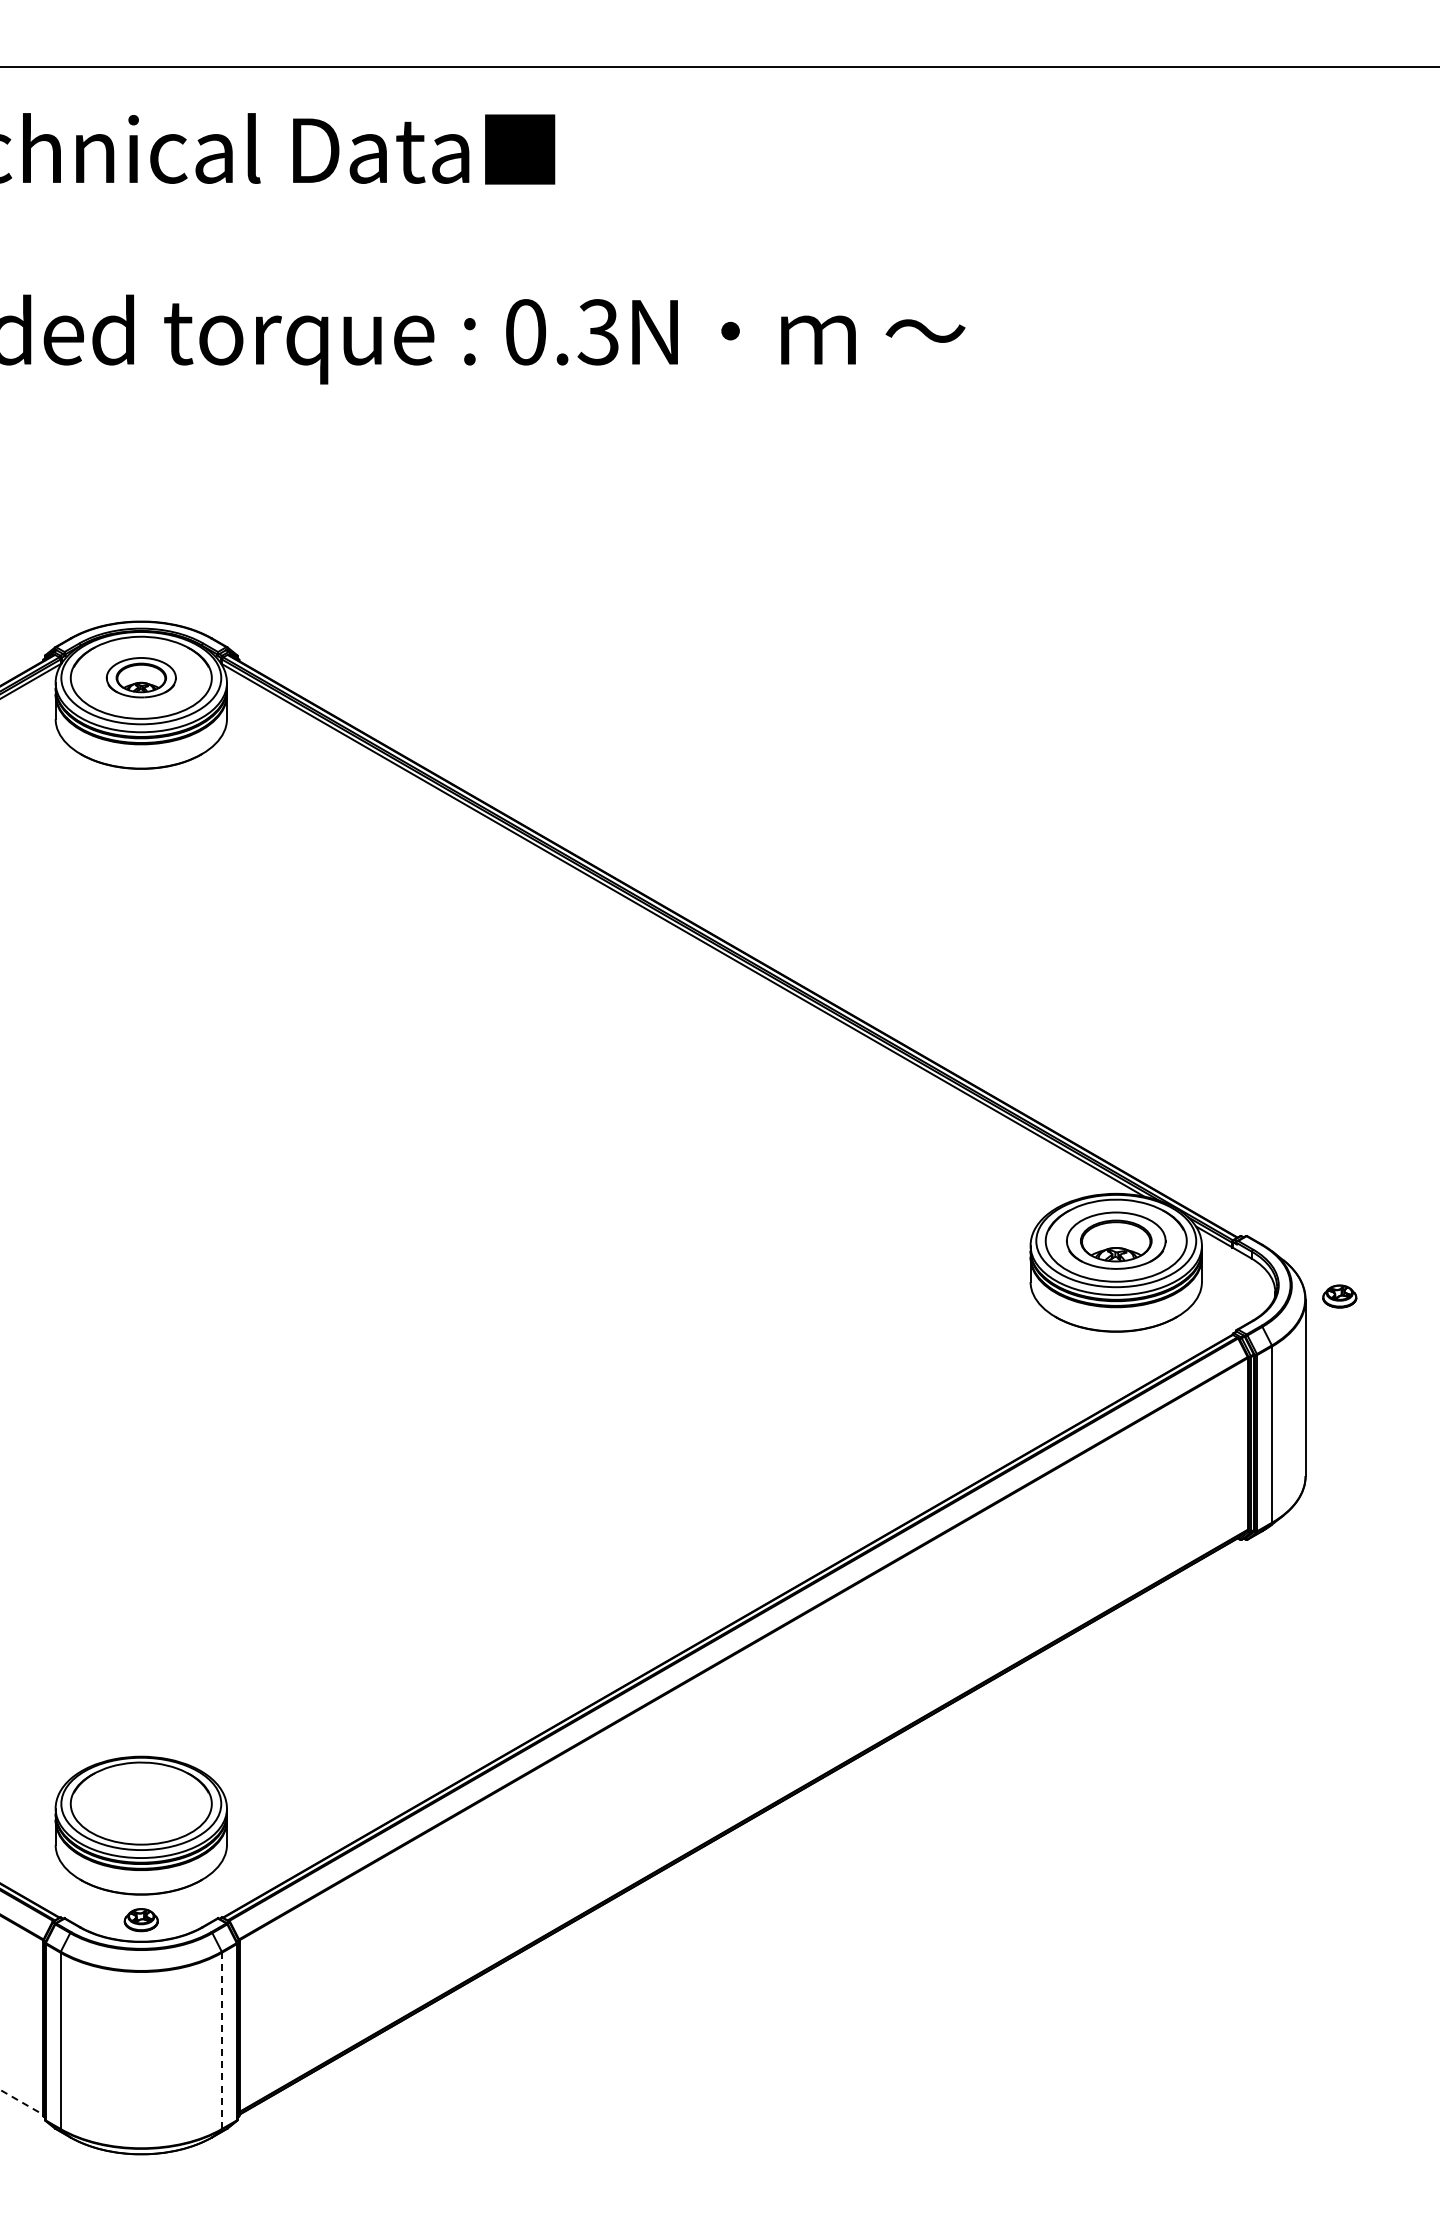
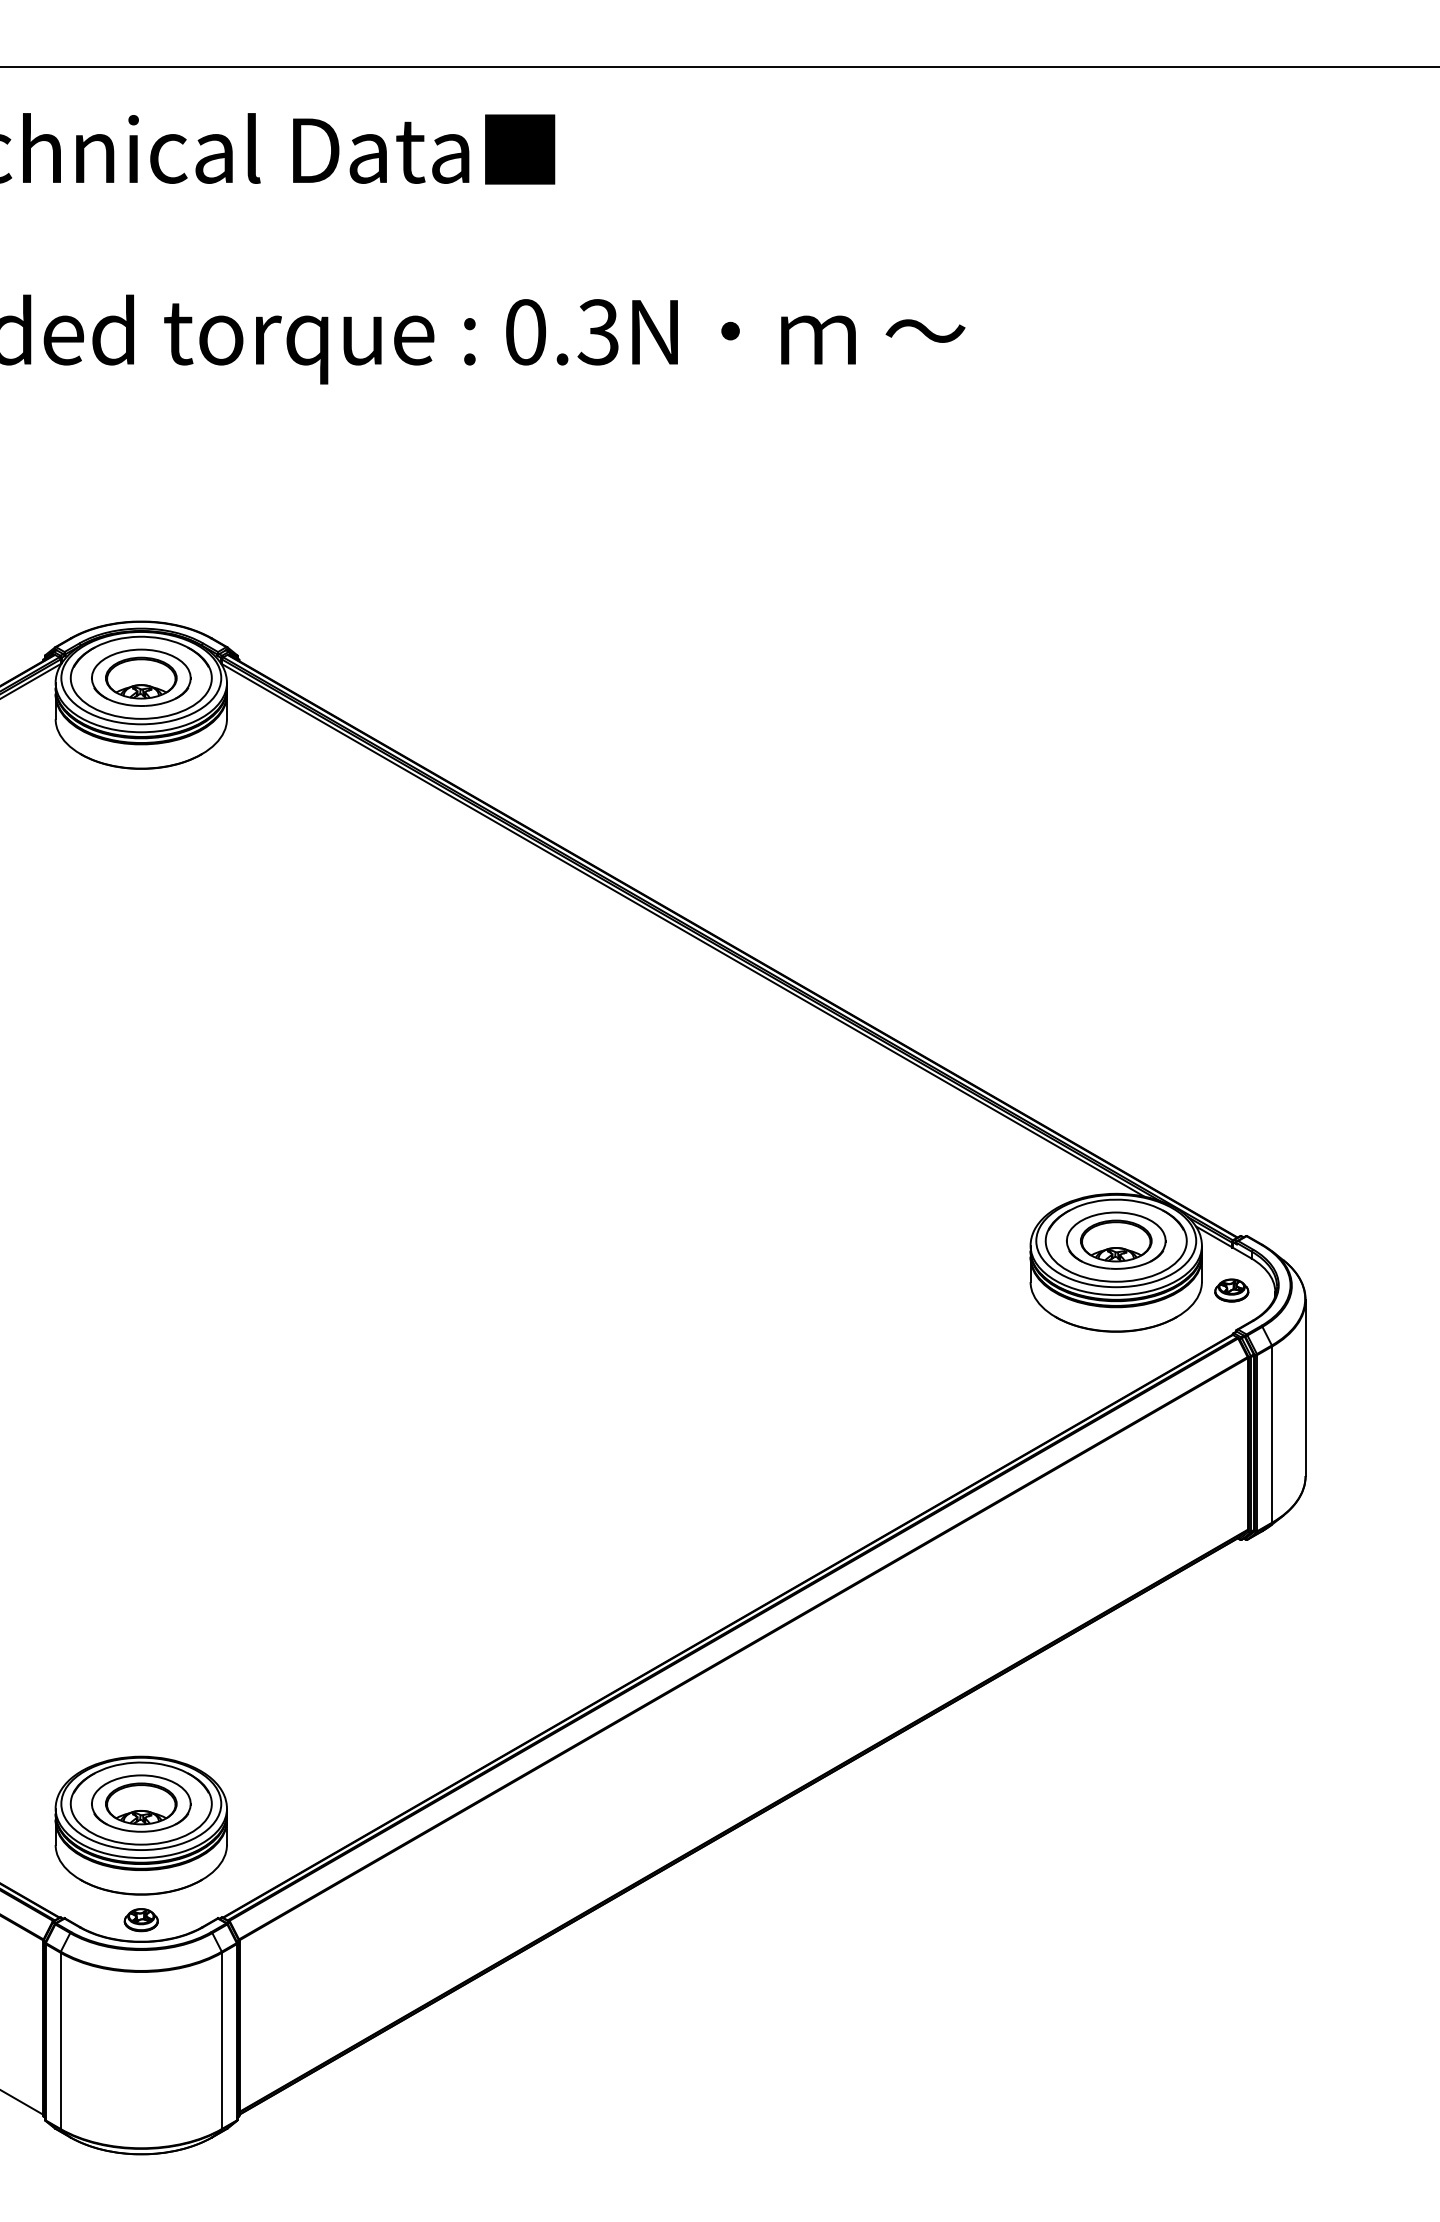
part at (140, 677) size: 72x42 px -> 101x59 px
part at (1339, 1296) position: (1339, 1296) -> (1231, 1290)
part at (141, 1803): none -> present
line at (222, 2040): dashed -> solid
line at (22, 2102): dashed -> solid
